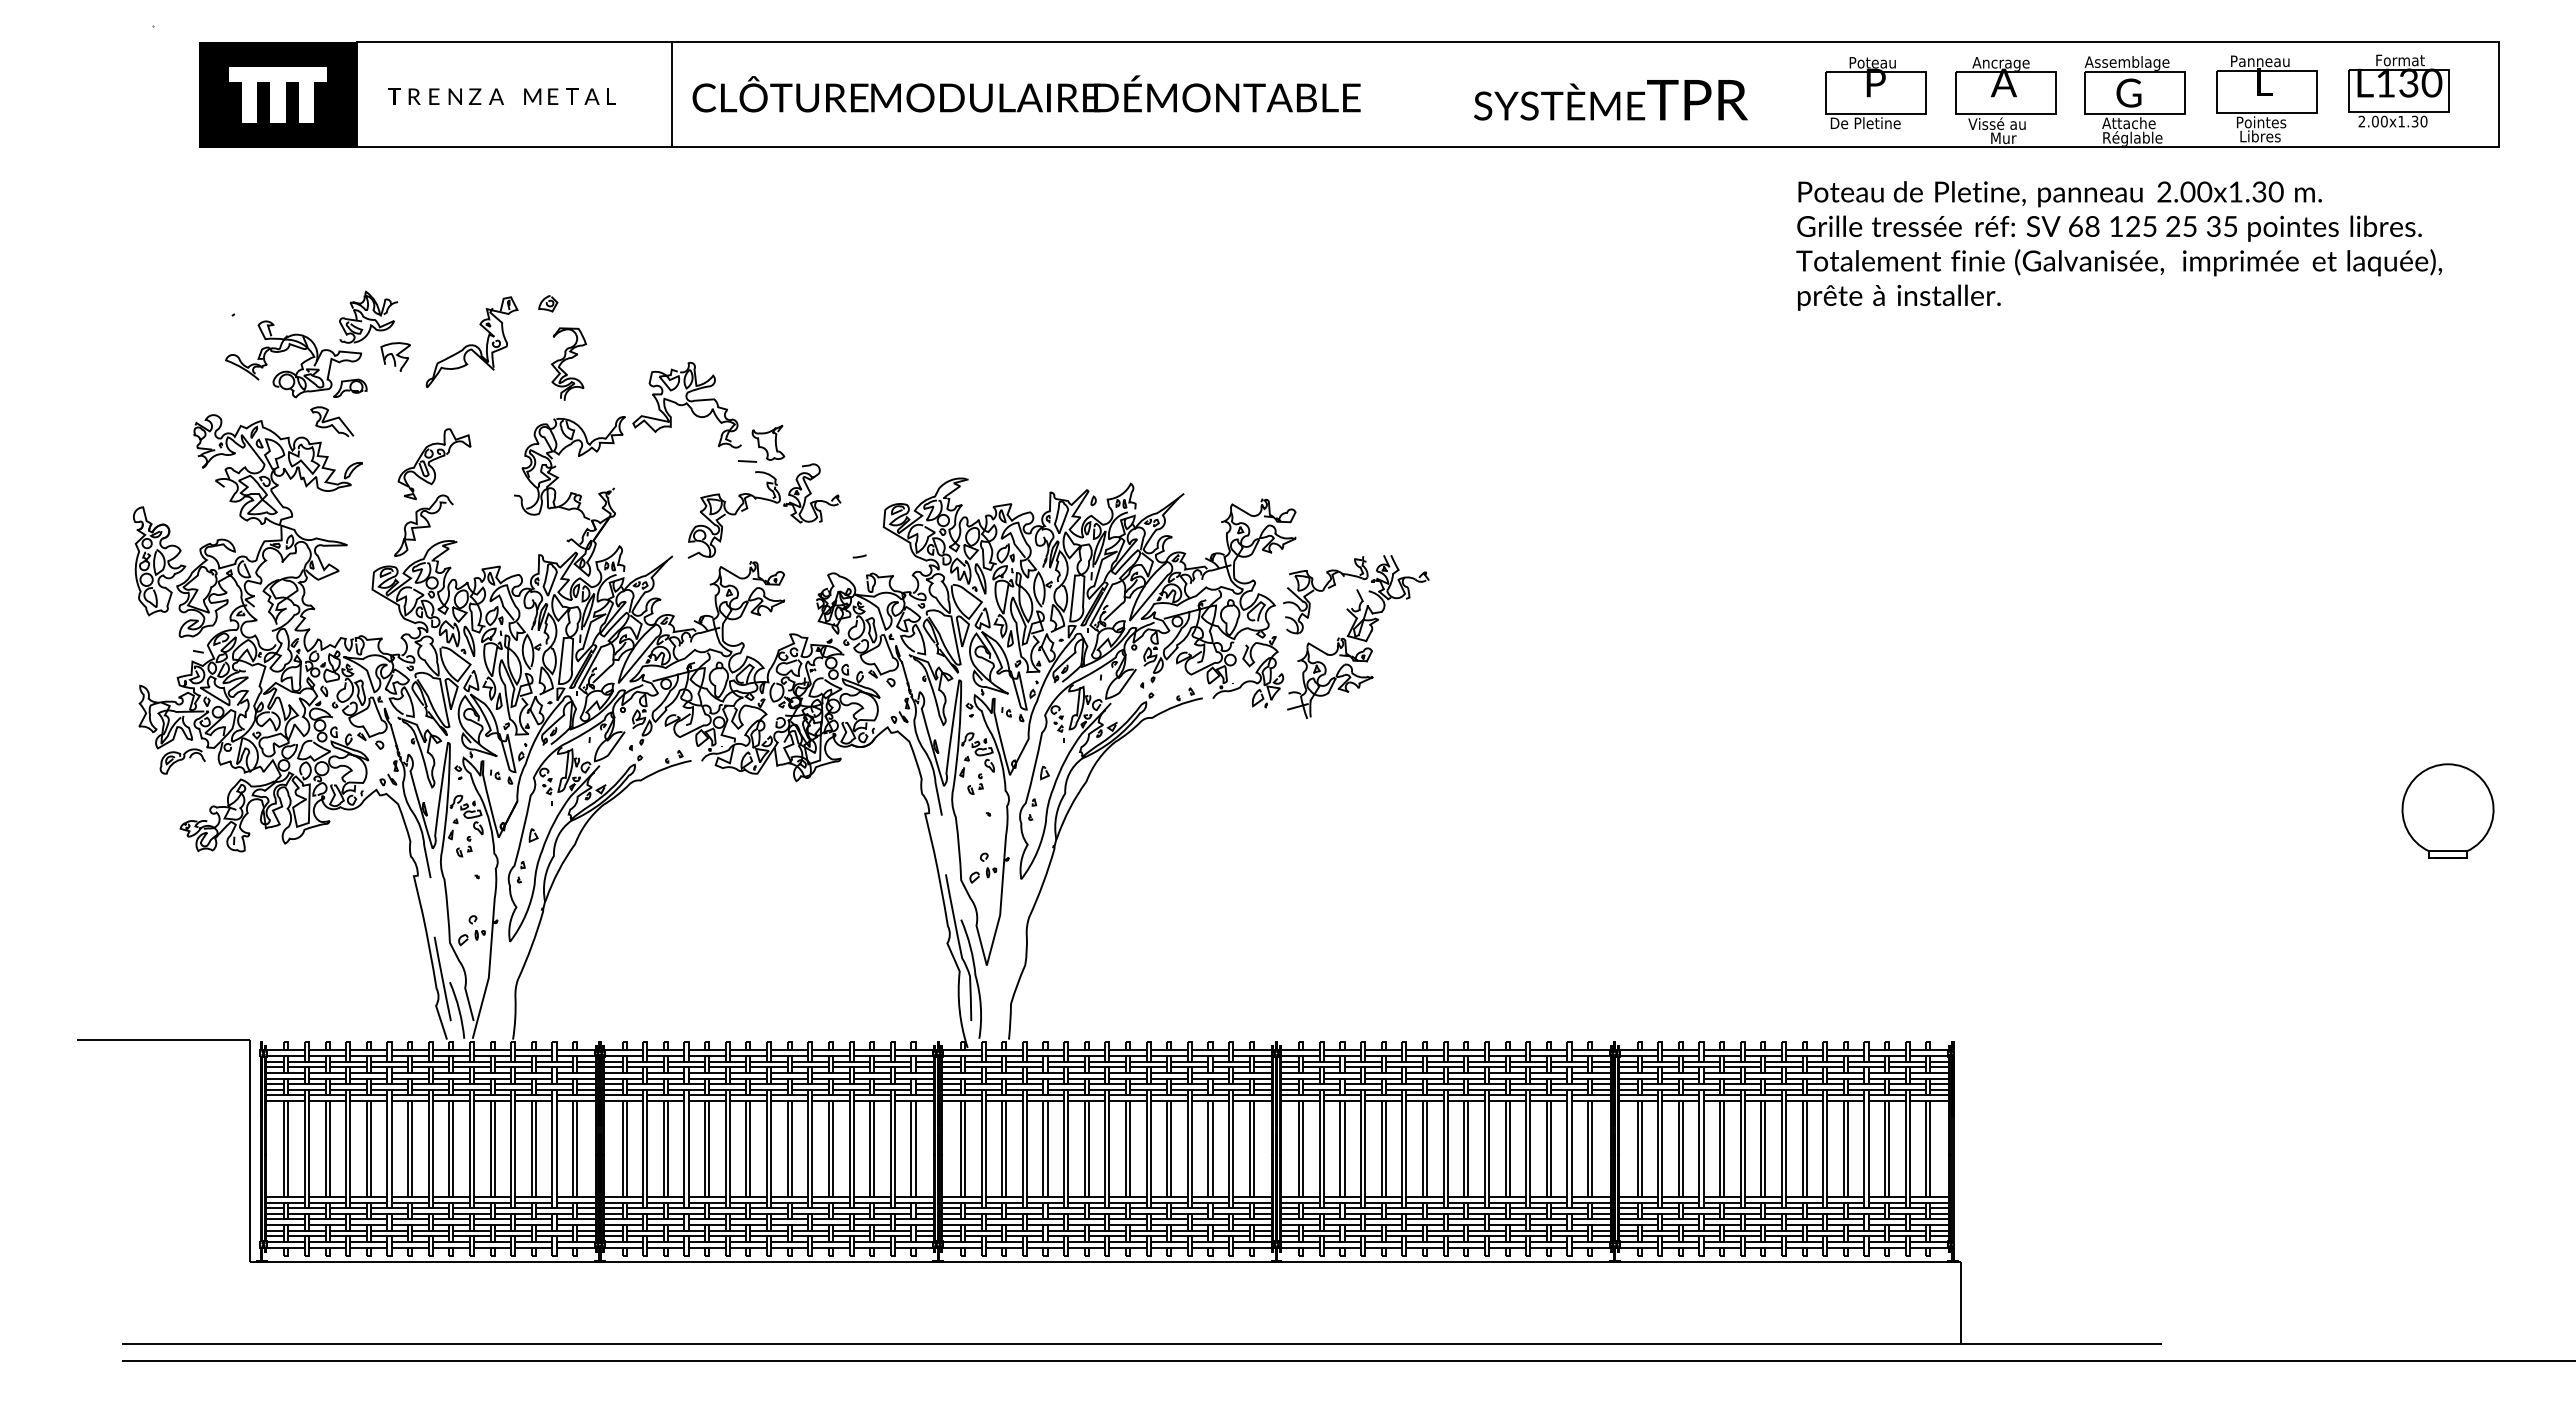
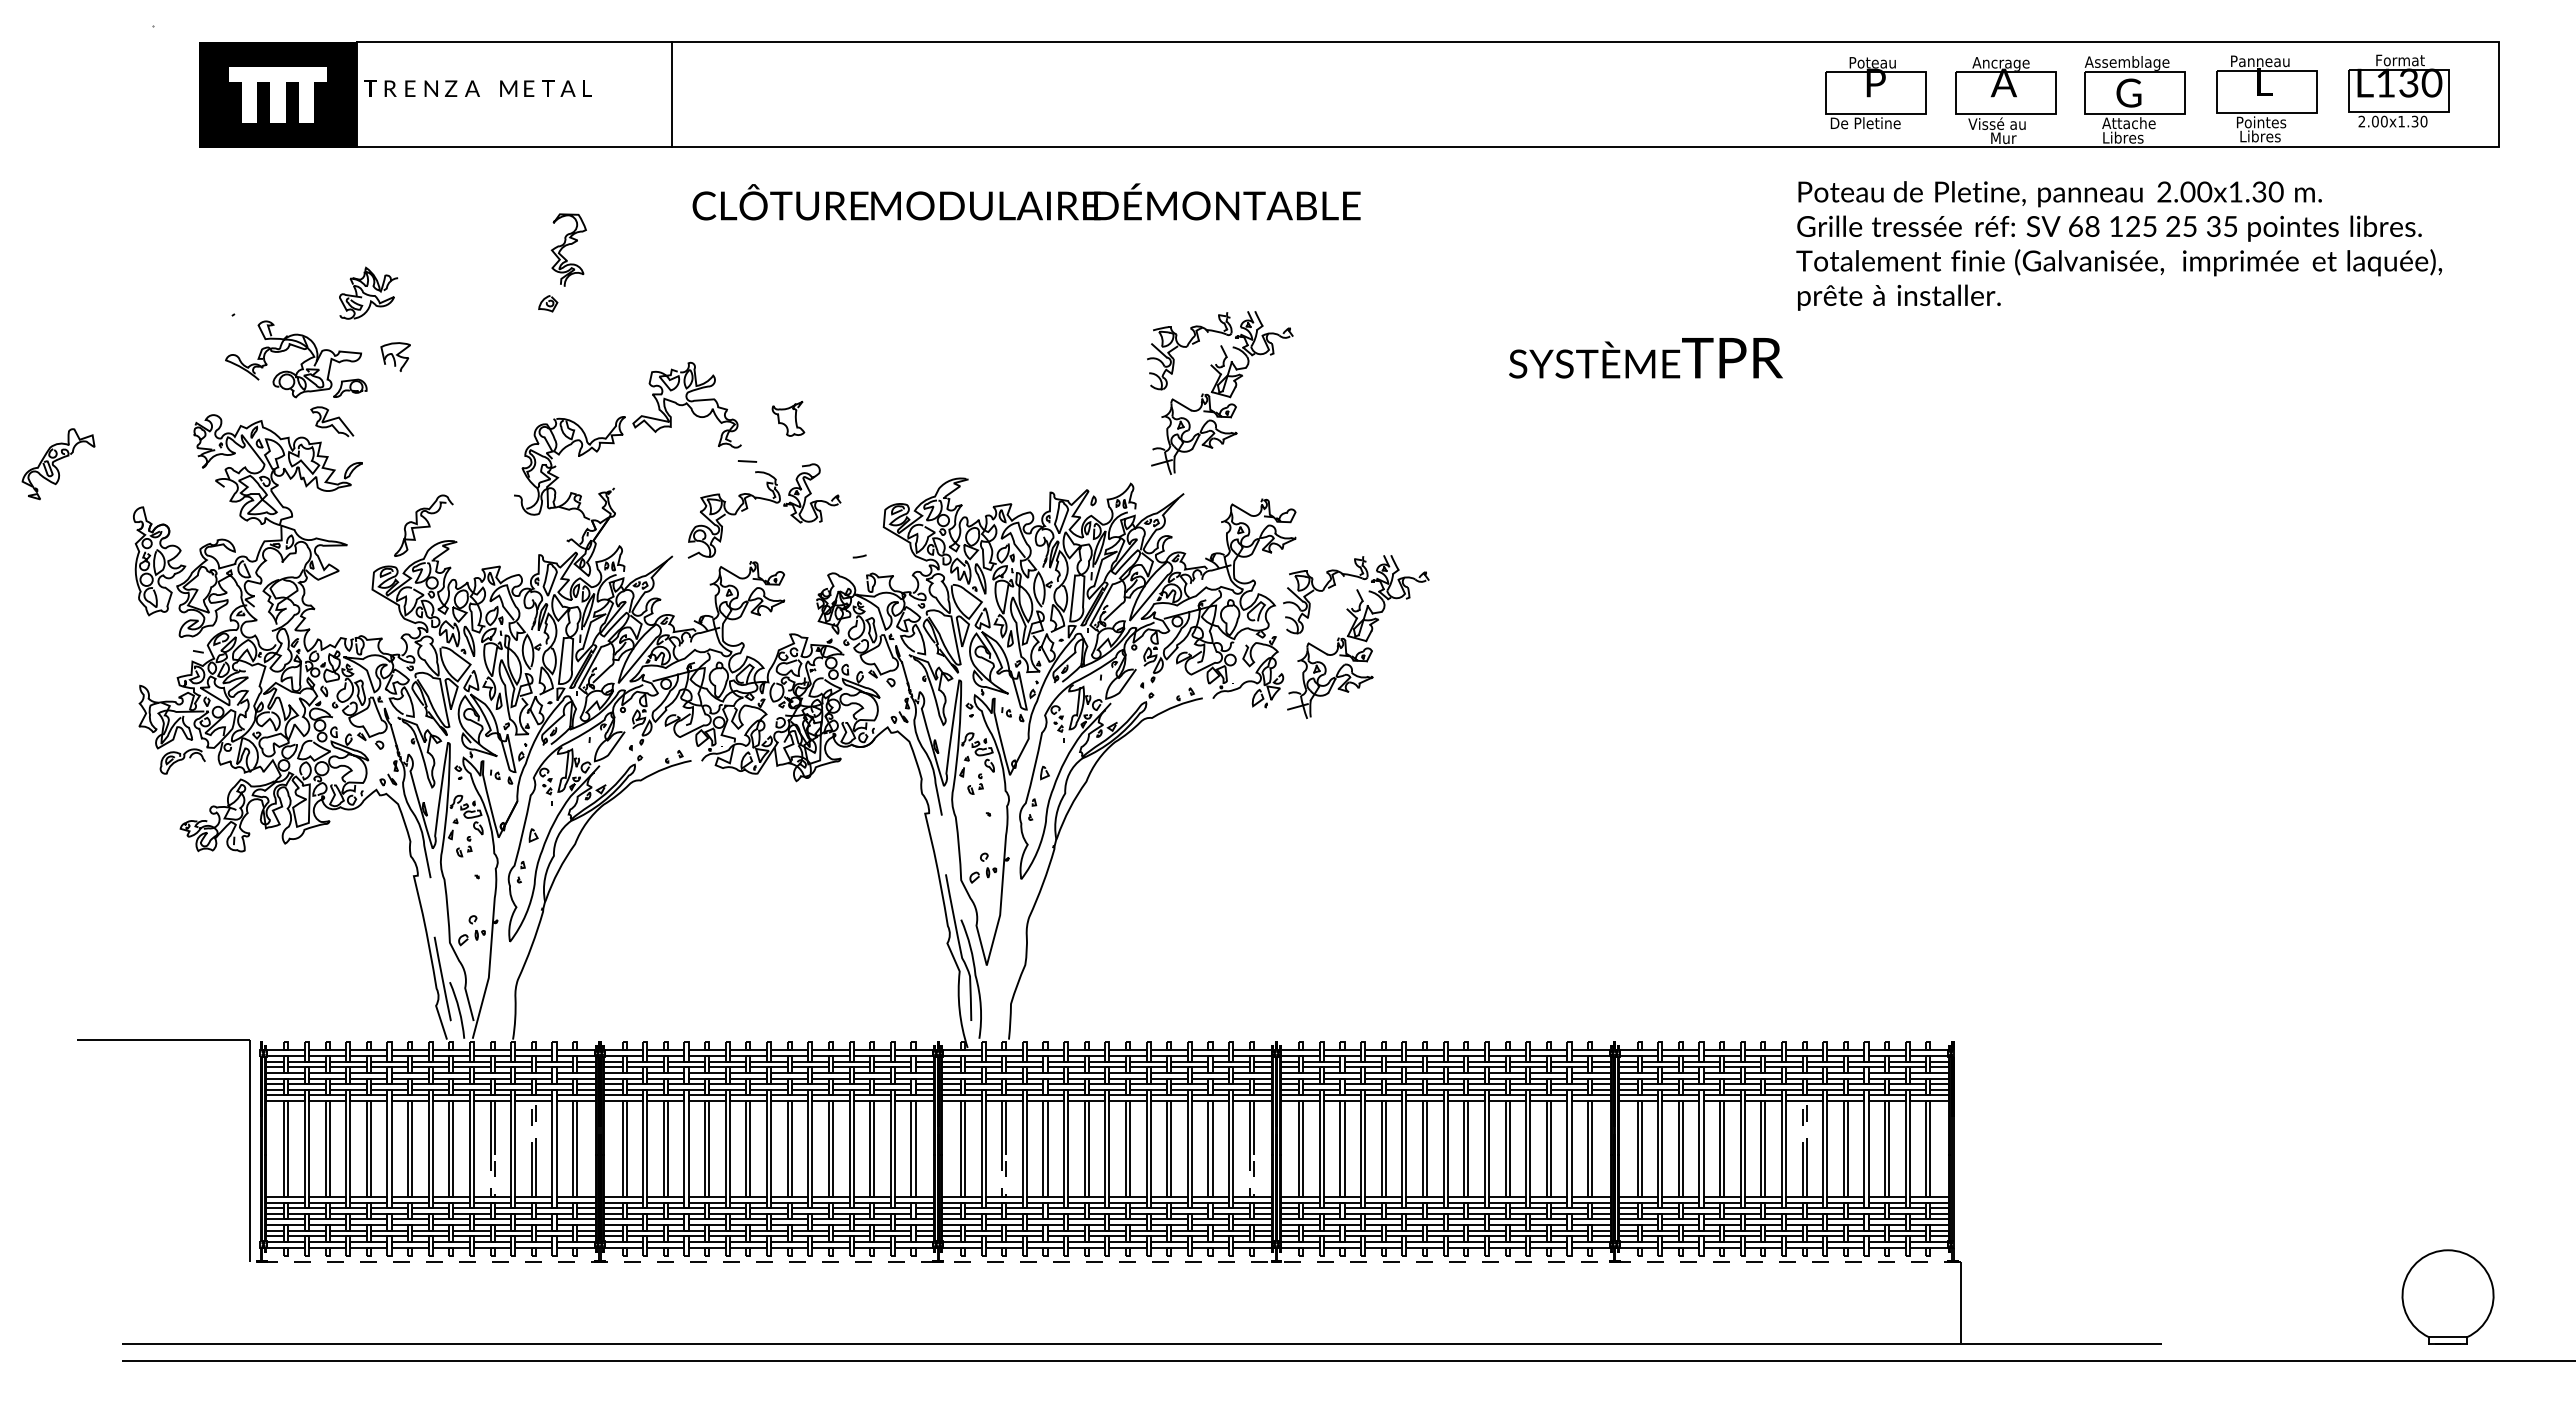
text at (1026, 93) position: (1026, 93) -> (1026, 201)
text at (501, 96) position: (501, 96) -> (477, 88)
text at (1610, 100) position: (1610, 100) -> (1645, 358)
text at (2133, 138): Réglable -> Libres
part at (368, 316) position: (368, 316) -> (368, 292)
part at (471, 341): present -> none
part at (568, 363) position: (568, 363) -> (568, 249)
part at (1220, 392): none -> present
curve at (774, 441) position: (774, 441) -> (794, 417)
part at (434, 464) position: (434, 464) -> (58, 464)
part at (2447, 810) position: (2447, 810) -> (2447, 1296)
line at (533, 1101): solid -> dashed
line at (1804, 1101): solid -> dashed
line at (493, 1196): solid -> dashed
line at (1004, 1196): solid -> dashed
line at (1252, 1196): solid -> dashed
line at (1105, 1261): solid -> dashed
